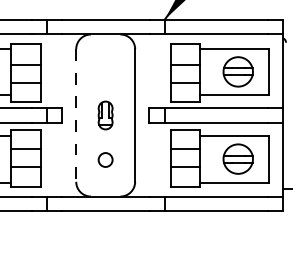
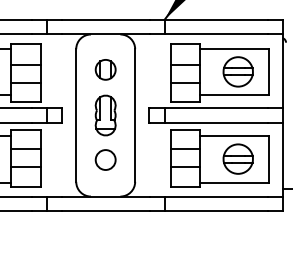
part at (105, 69): none -> present
part at (105, 115) size: 17x31 px -> 23x43 px
line at (76, 116): dashed -> solid
circle at (105, 159) size: 17x16 px -> 23x22 px
